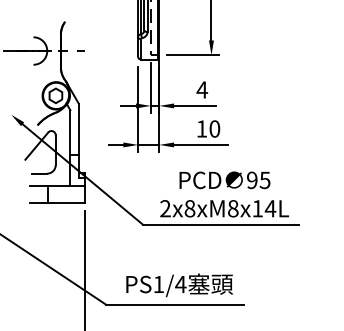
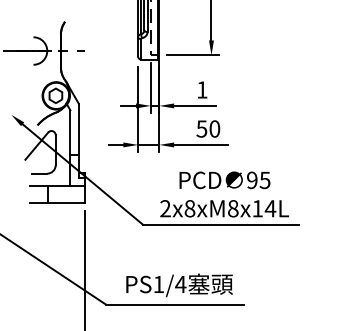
text at (202, 89): 4 -> 1
text at (201, 128): 10 -> 50
